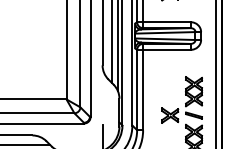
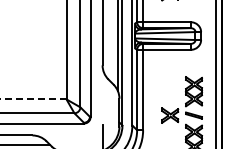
line at (111, 42): present -> none
line at (33, 99): solid -> dashed
